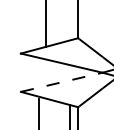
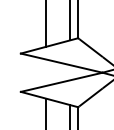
line at (70, 21): none -> present
line at (61, 82): dashed -> solid
line at (38, 112) position: (38, 112) -> (45, 112)
